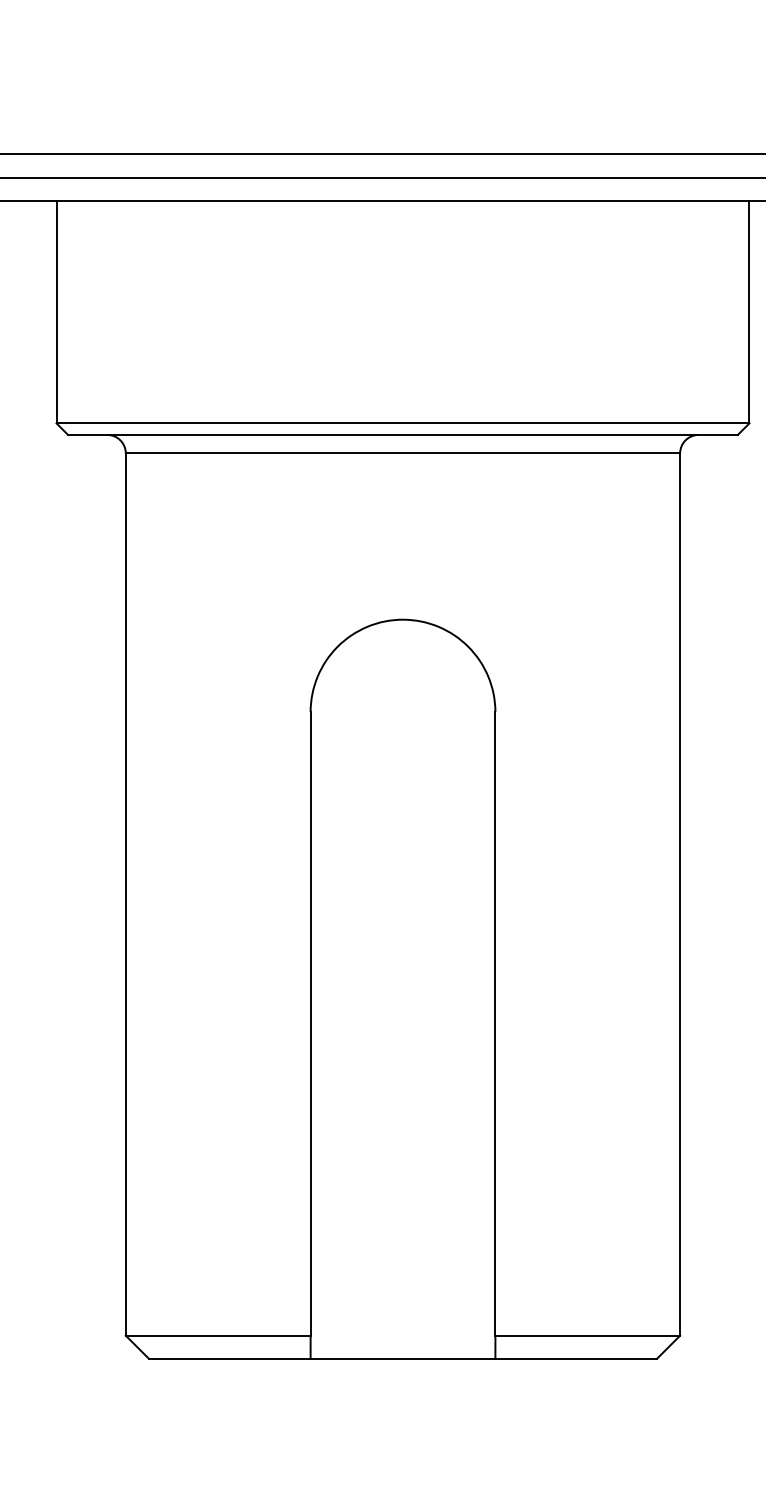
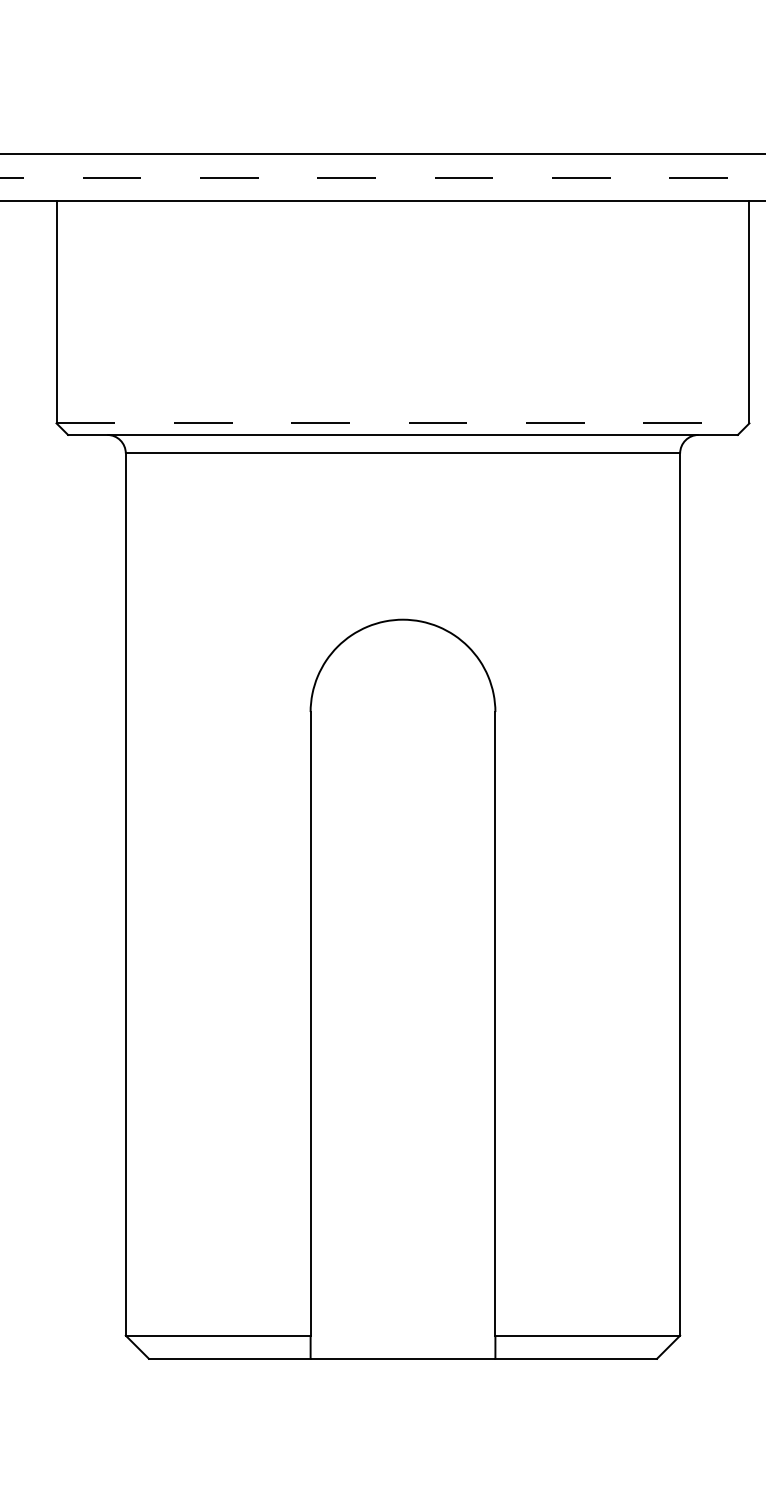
line at (383, 178): solid -> dashed
line at (403, 423): solid -> dashed
